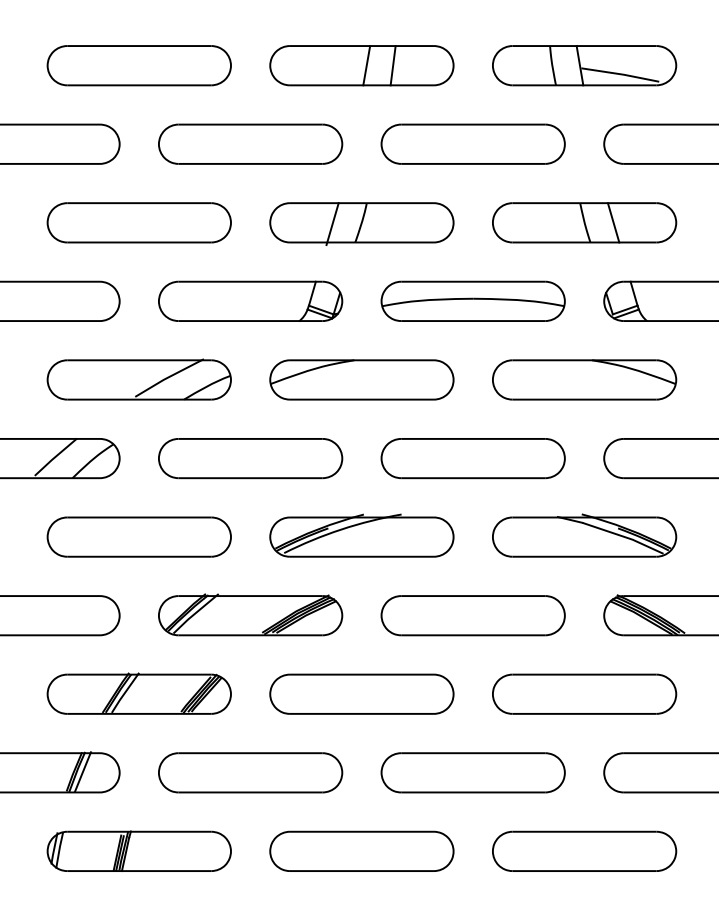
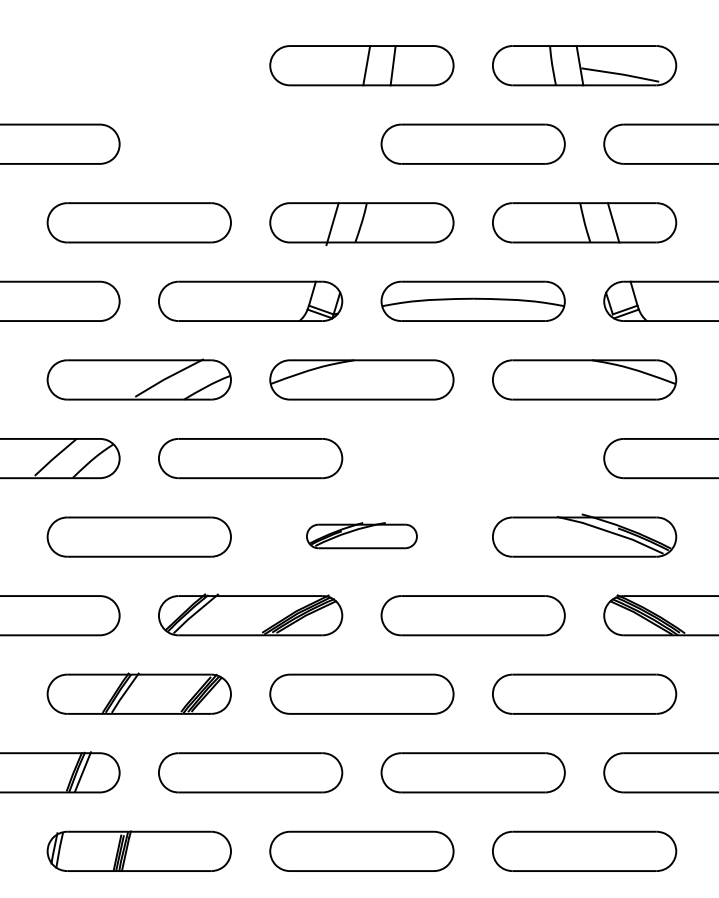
part at (138, 65): present -> none
part at (250, 143): present -> none
part at (472, 458): present -> none
part at (361, 535) size: 186x45 px -> 112x28 px
